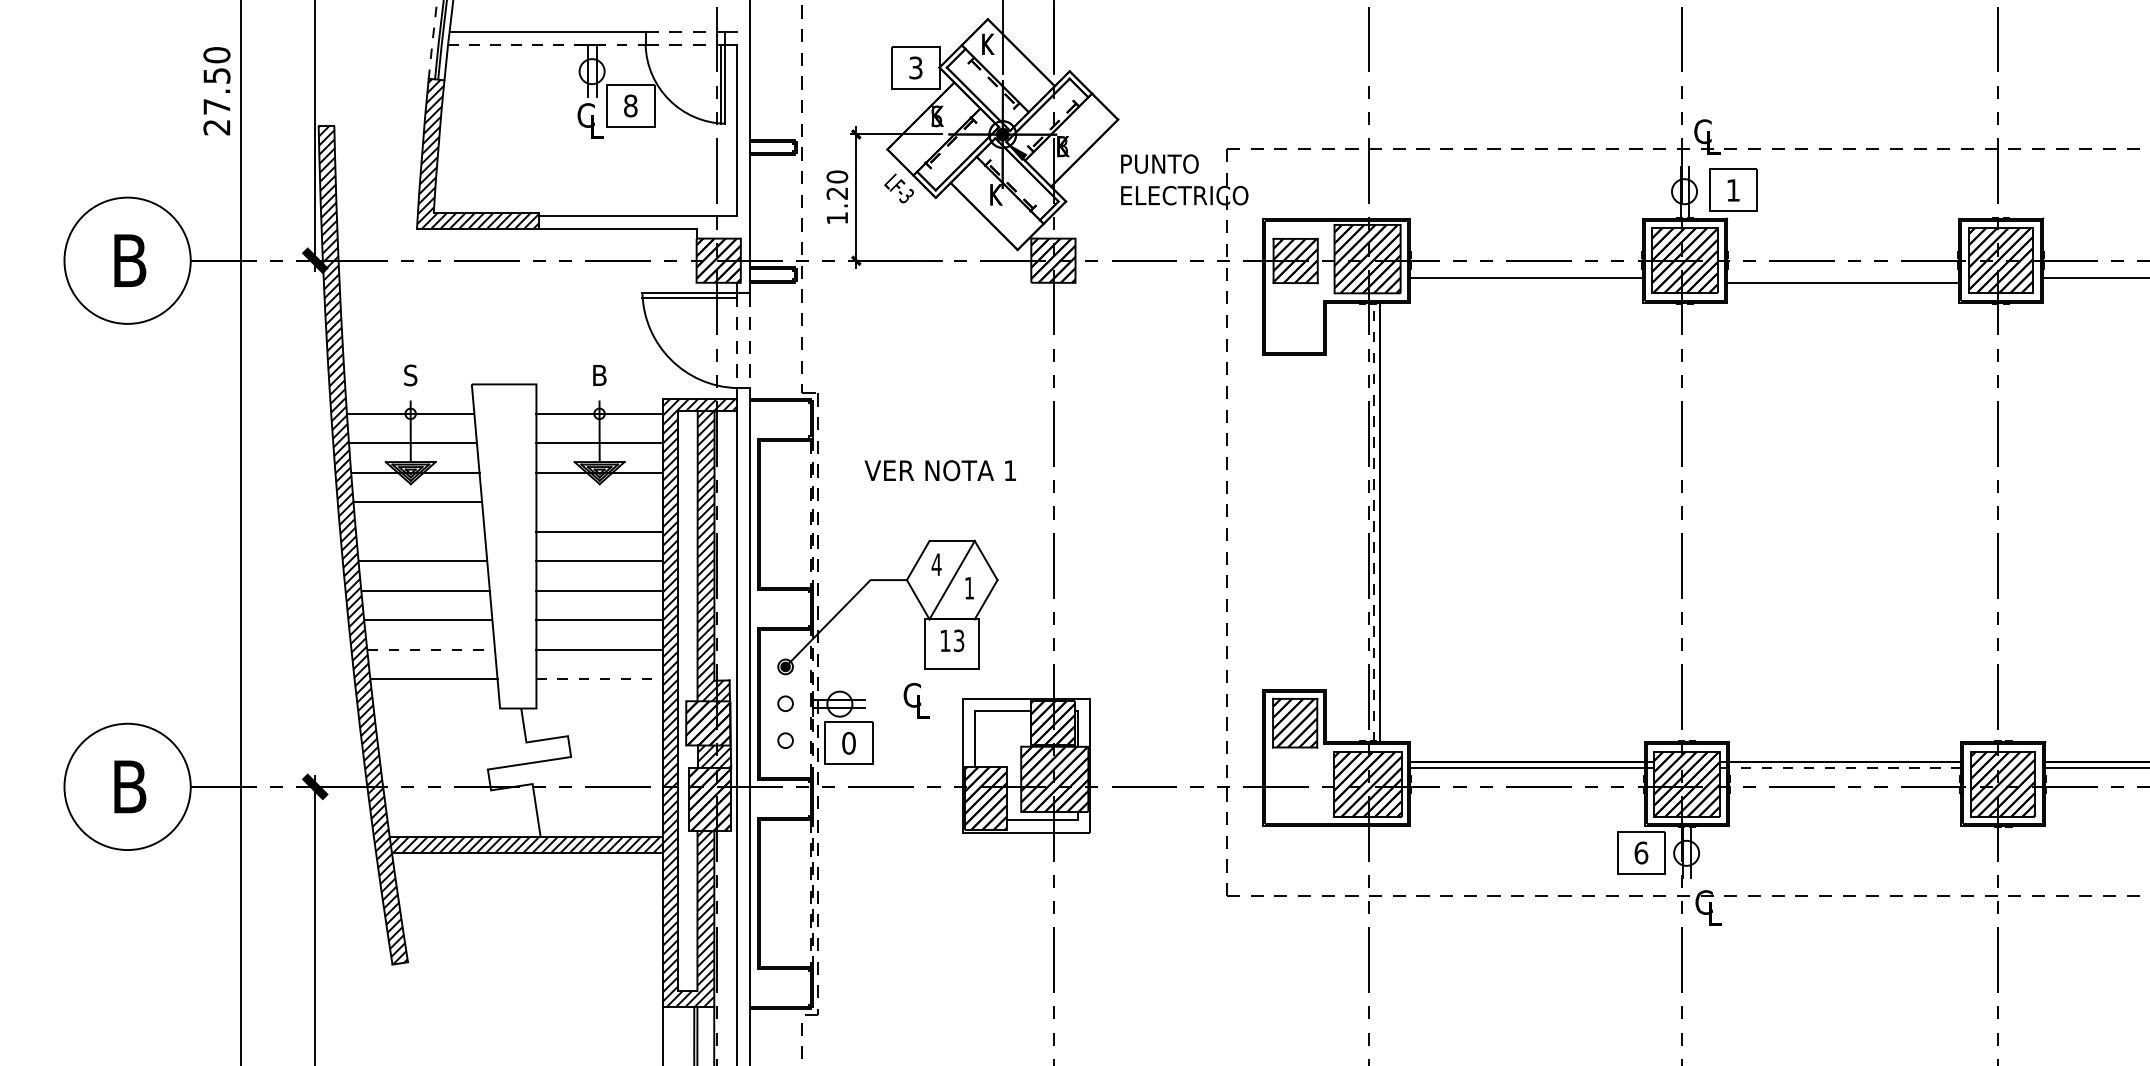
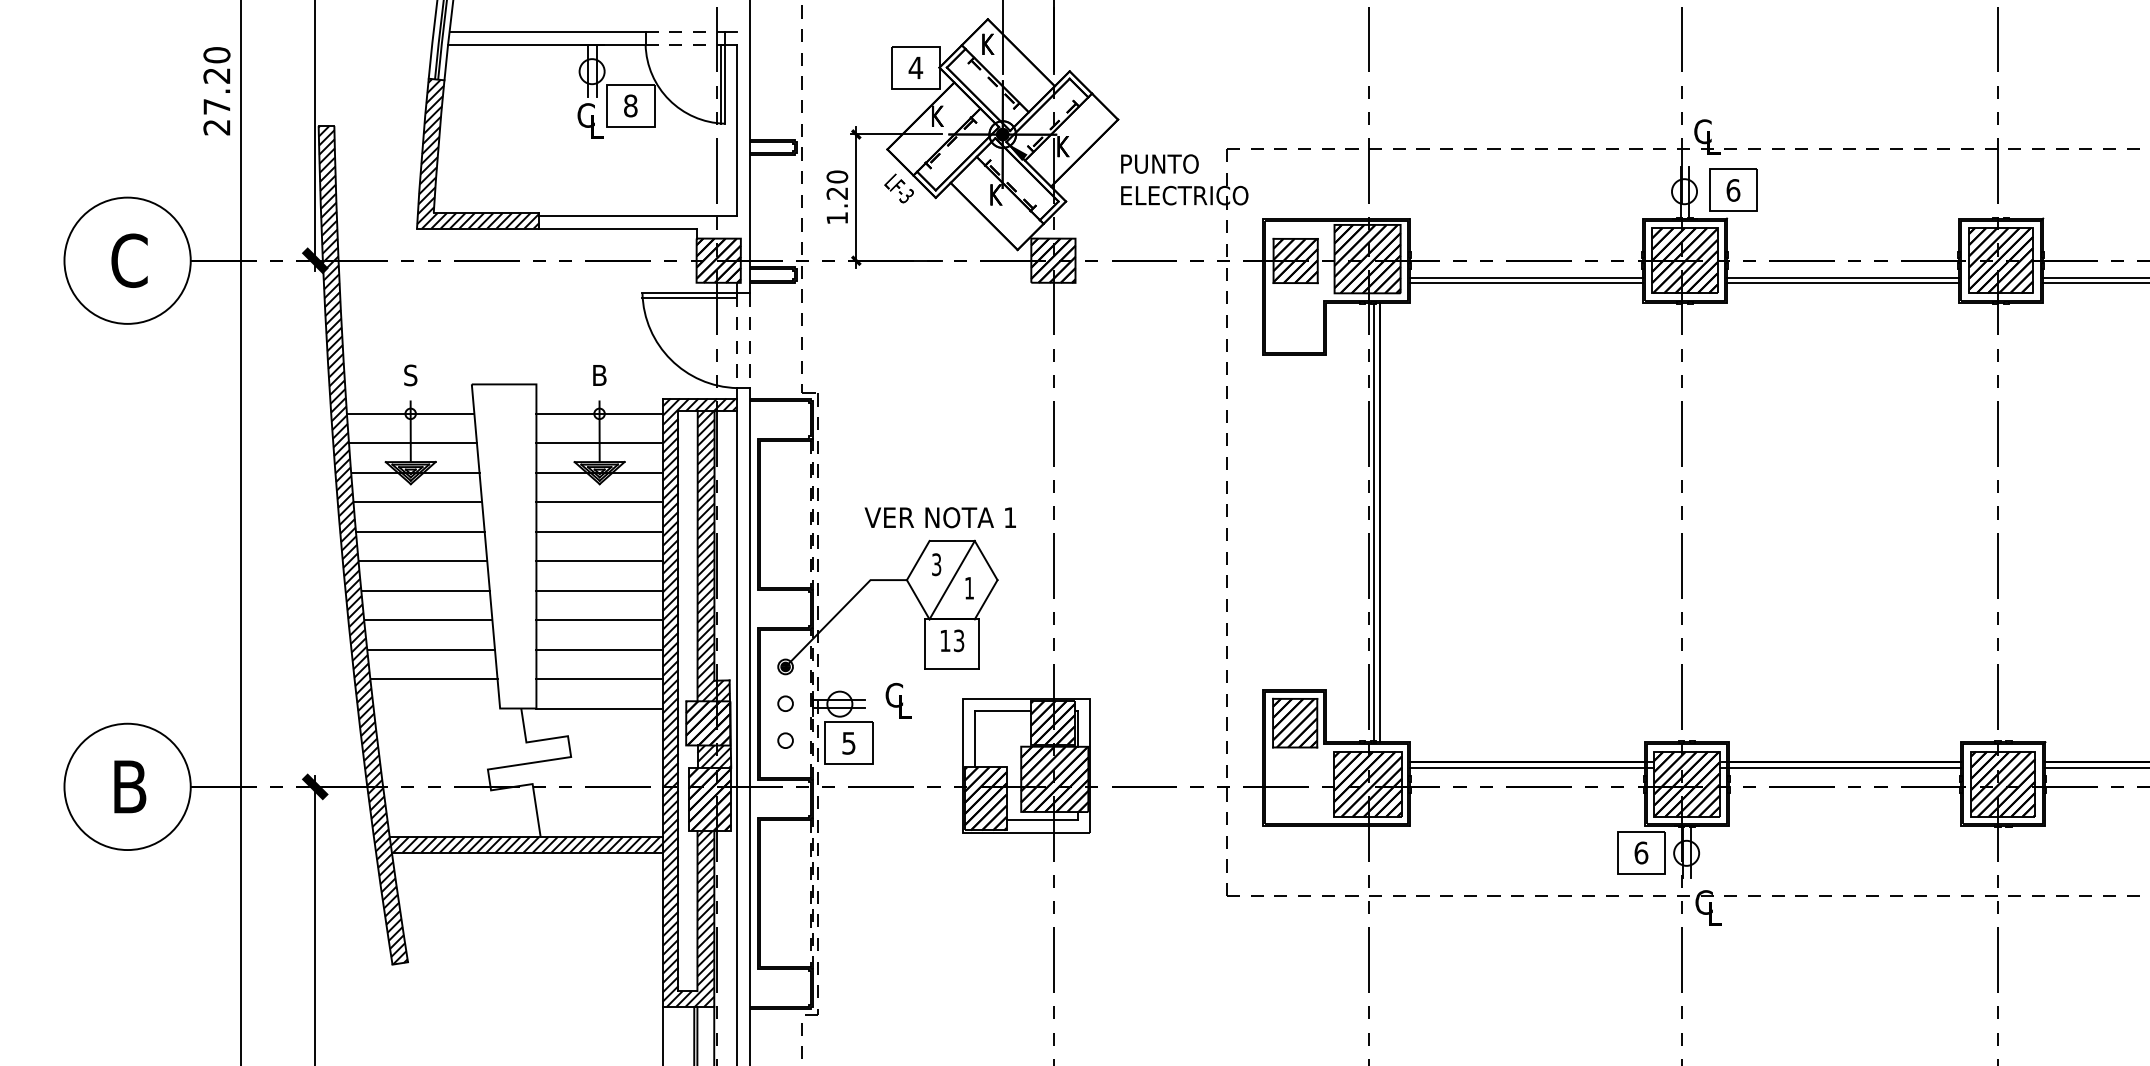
arc at (432, 39): dashed -> solid
line at (546, 44): dashed -> solid
text at (915, 67): 3 -> 4
text at (216, 75): 27.50 -> 27.20
text at (936, 116): S -> K
text at (1063, 146): B -> K
text at (1733, 190): 1 -> 6
text at (129, 260): B -> C
line at (1842, 277): none -> present
line at (1526, 282): none -> present
line at (2094, 282): none -> present
text at (939, 470) position: (939, 470) -> (939, 517)
line at (599, 502): none -> present
line at (1374, 522): dashed -> solid
line at (420, 531): none -> present
text at (936, 564): 4 -> 3
line at (431, 649): dashed -> solid
line at (600, 679): dashed -> solid
text at (916, 700) position: (916, 700) -> (898, 700)
line at (599, 708): none -> present
text at (848, 742): 0 -> 5
line at (1840, 767): dashed -> solid
